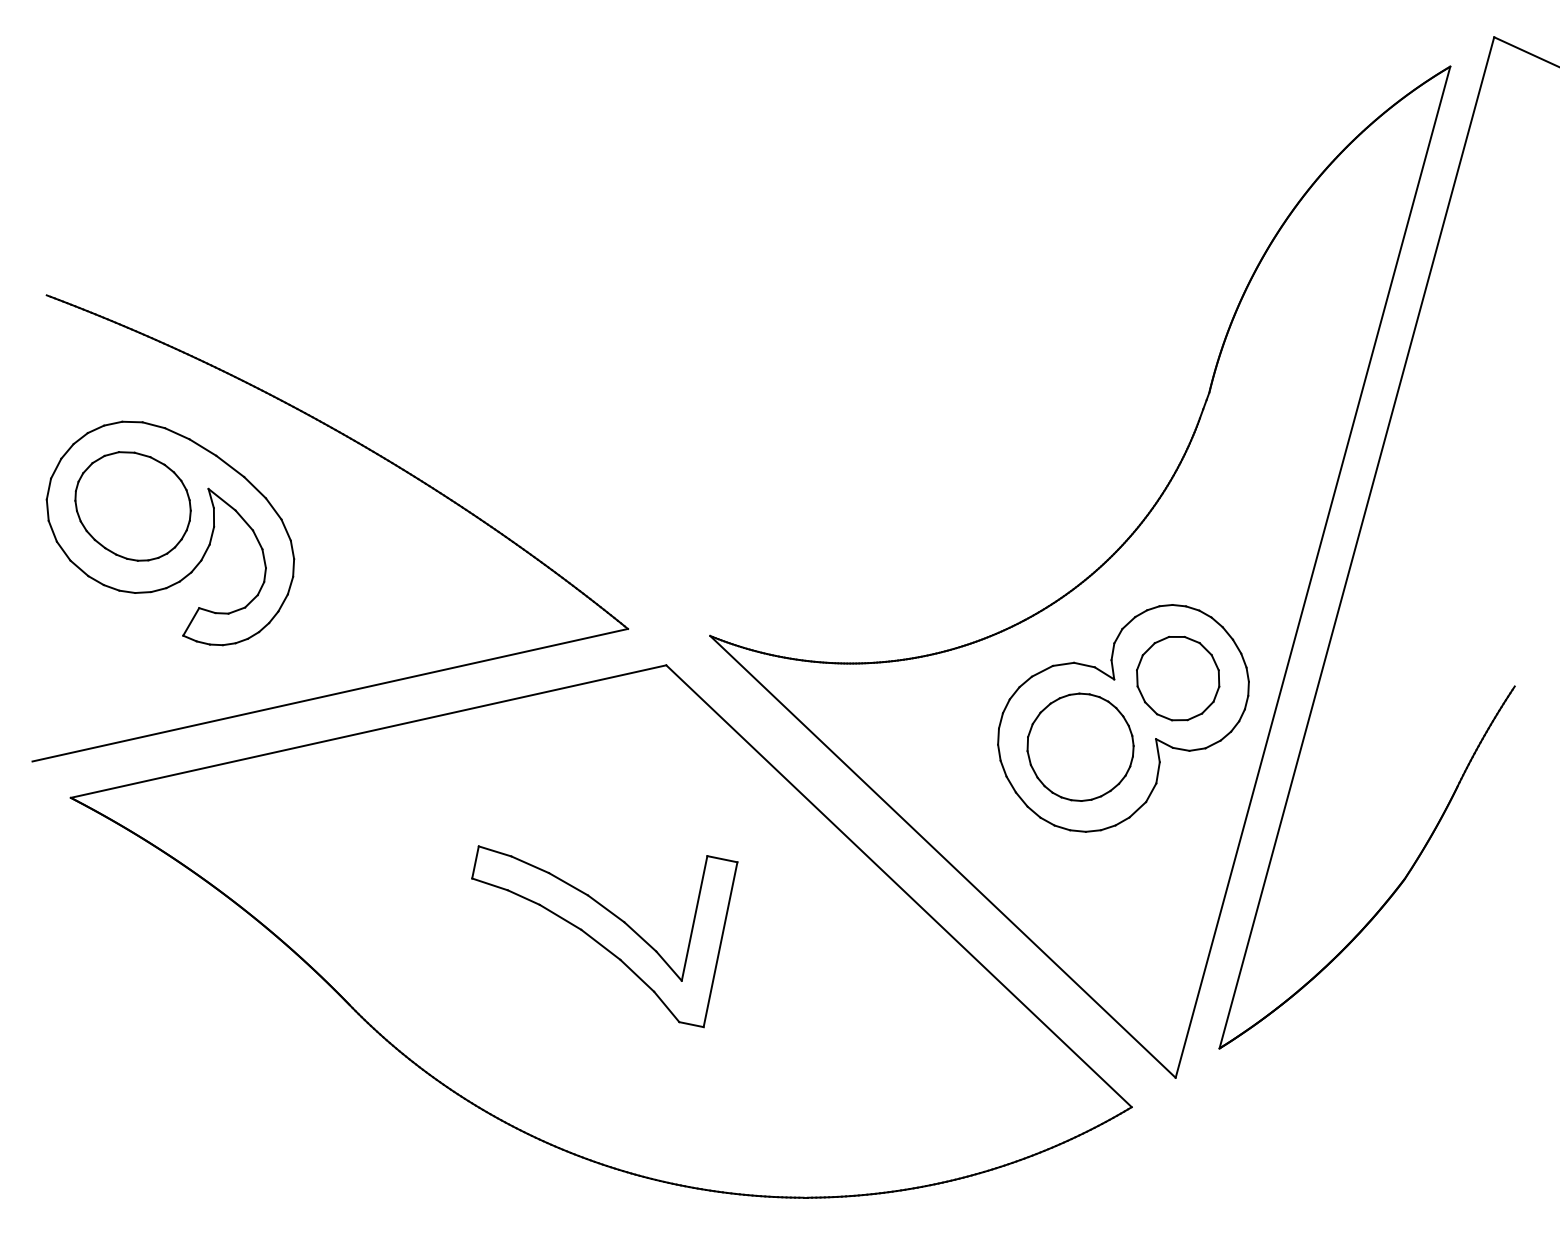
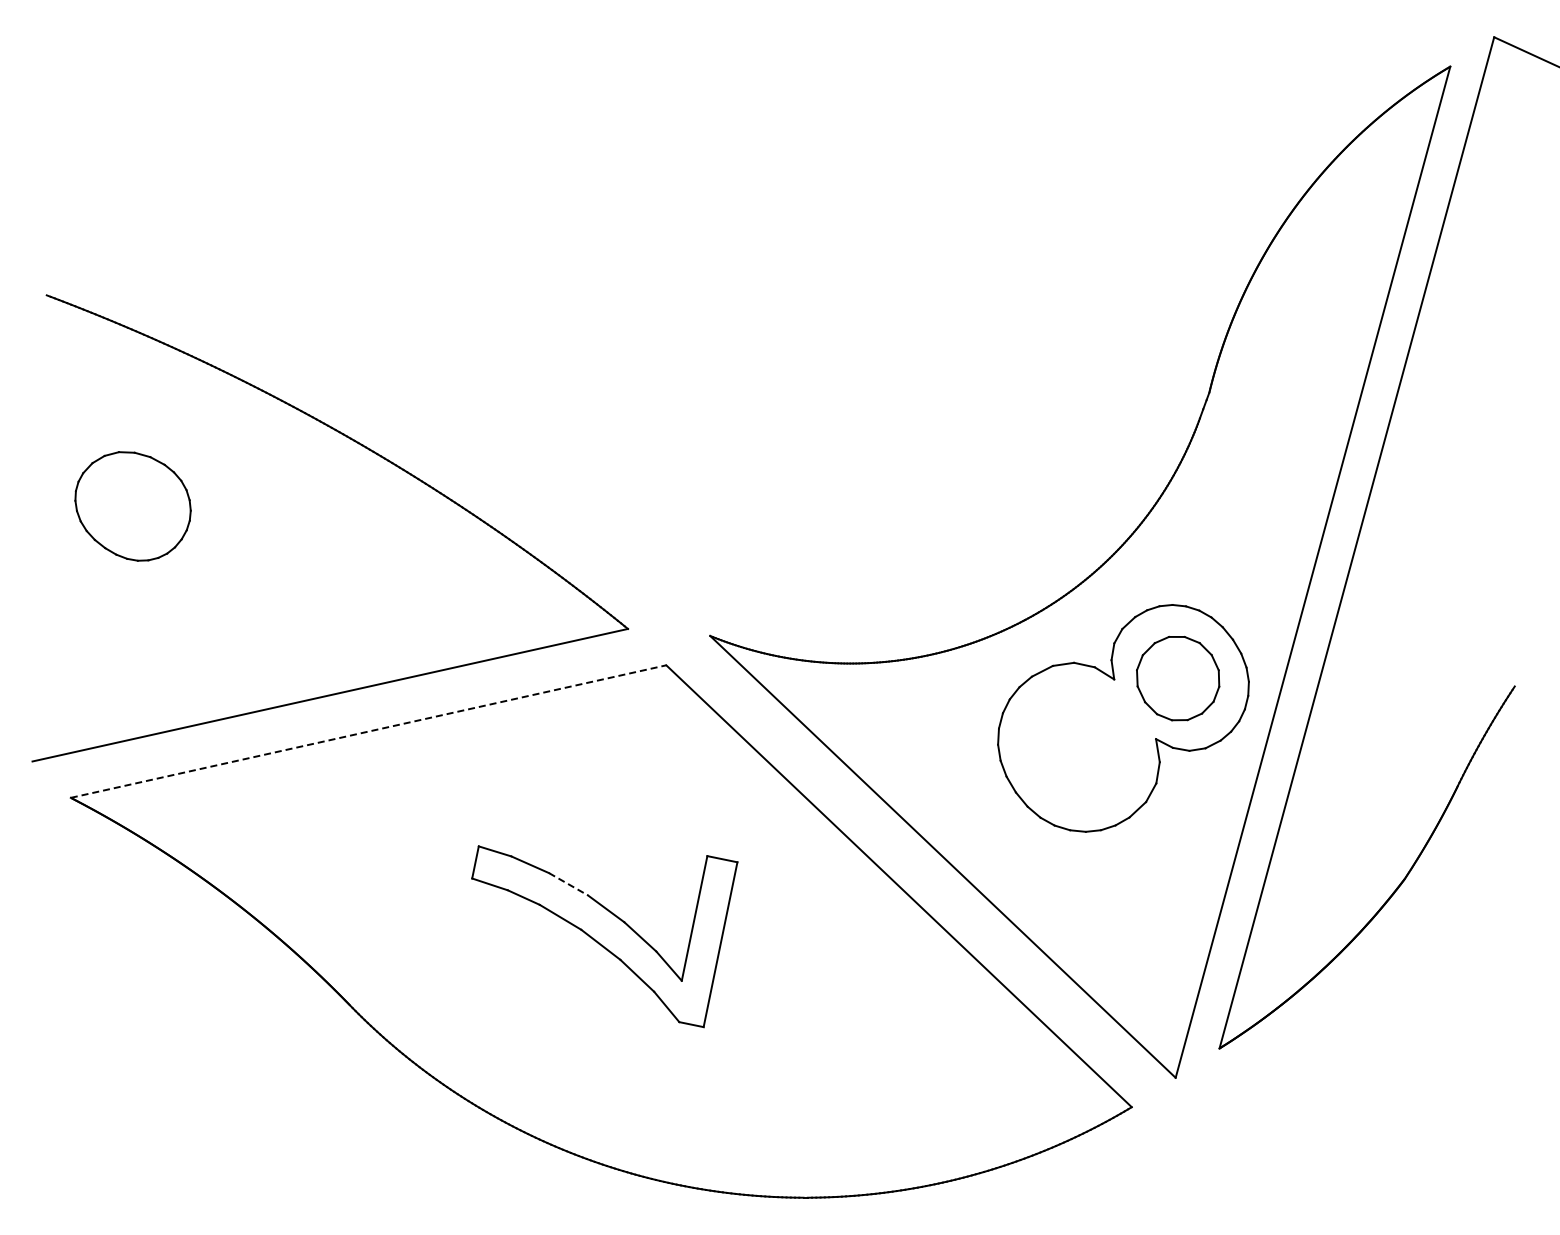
part at (170, 533): present -> none
line at (369, 731): solid -> dashed
part at (1080, 746): present -> none
line at (568, 884): solid -> dashed
